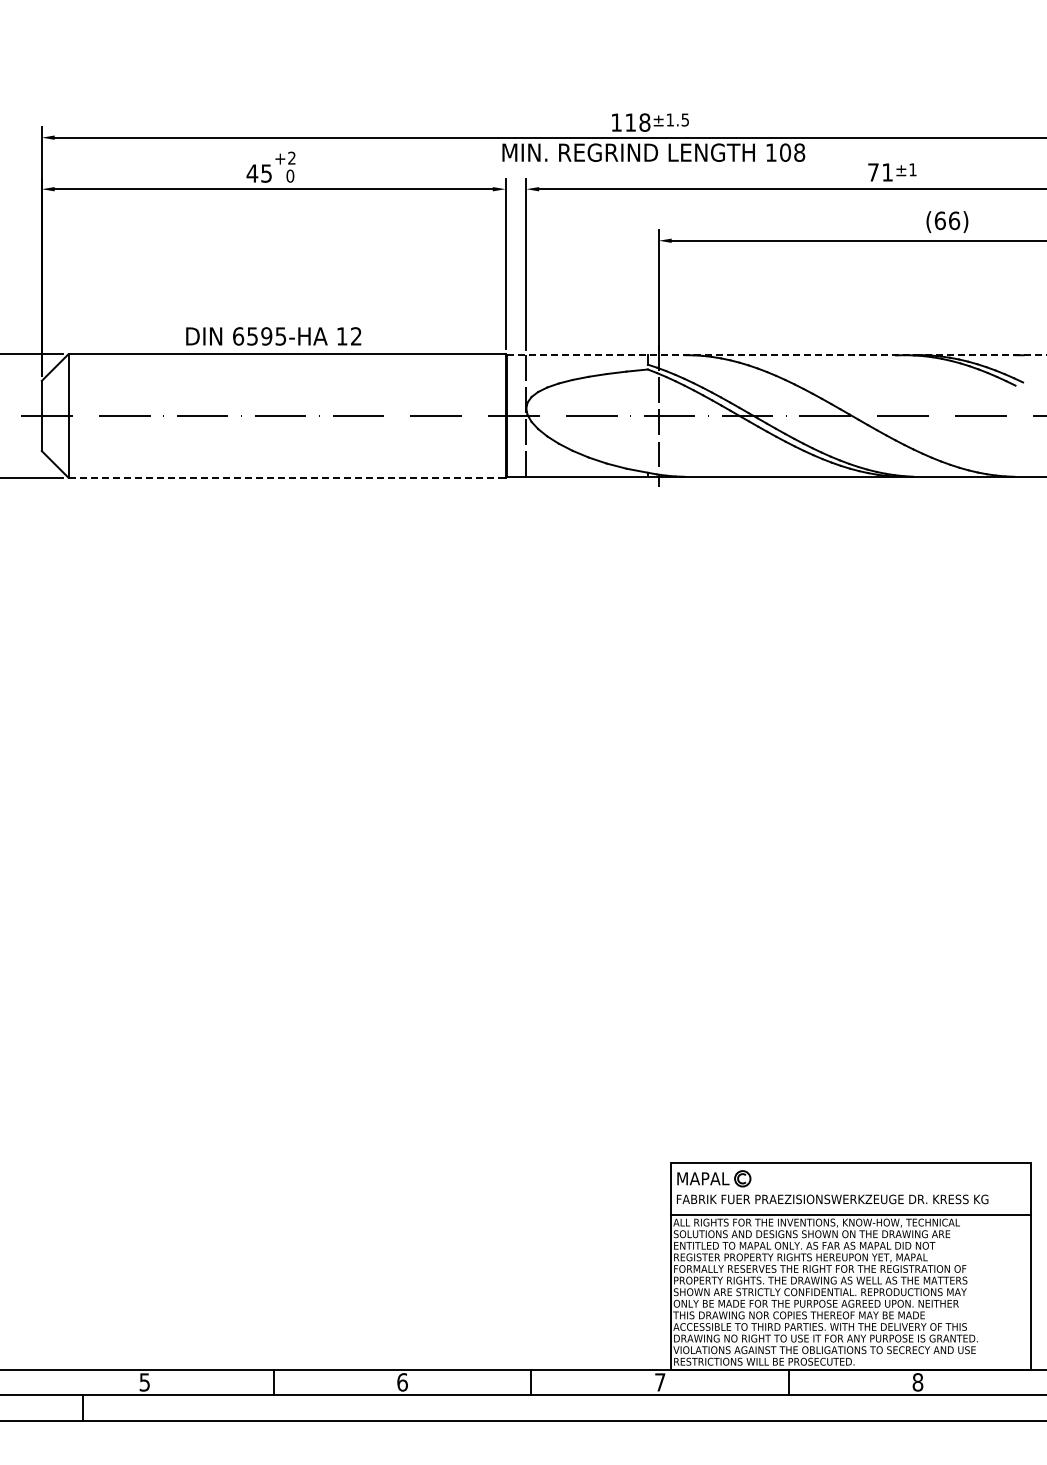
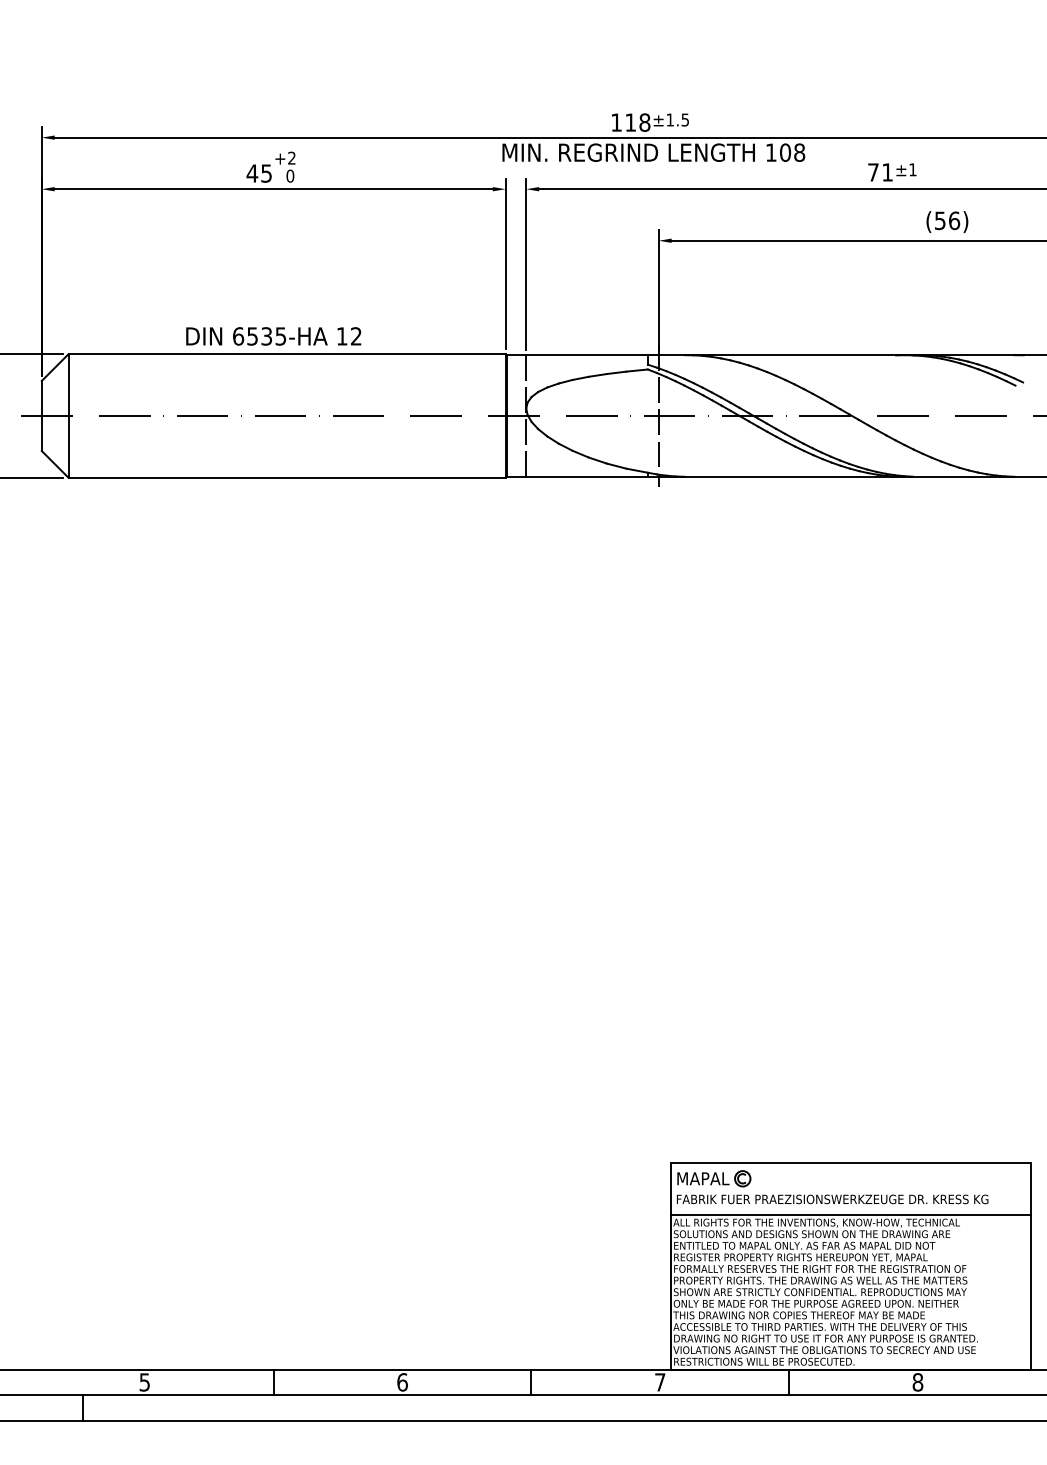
text at (939, 220): (66) -> (56)
text at (266, 336): 6595-HA -> 6535-HA
line at (776, 355): dashed -> solid
line at (287, 477): dashed -> solid
